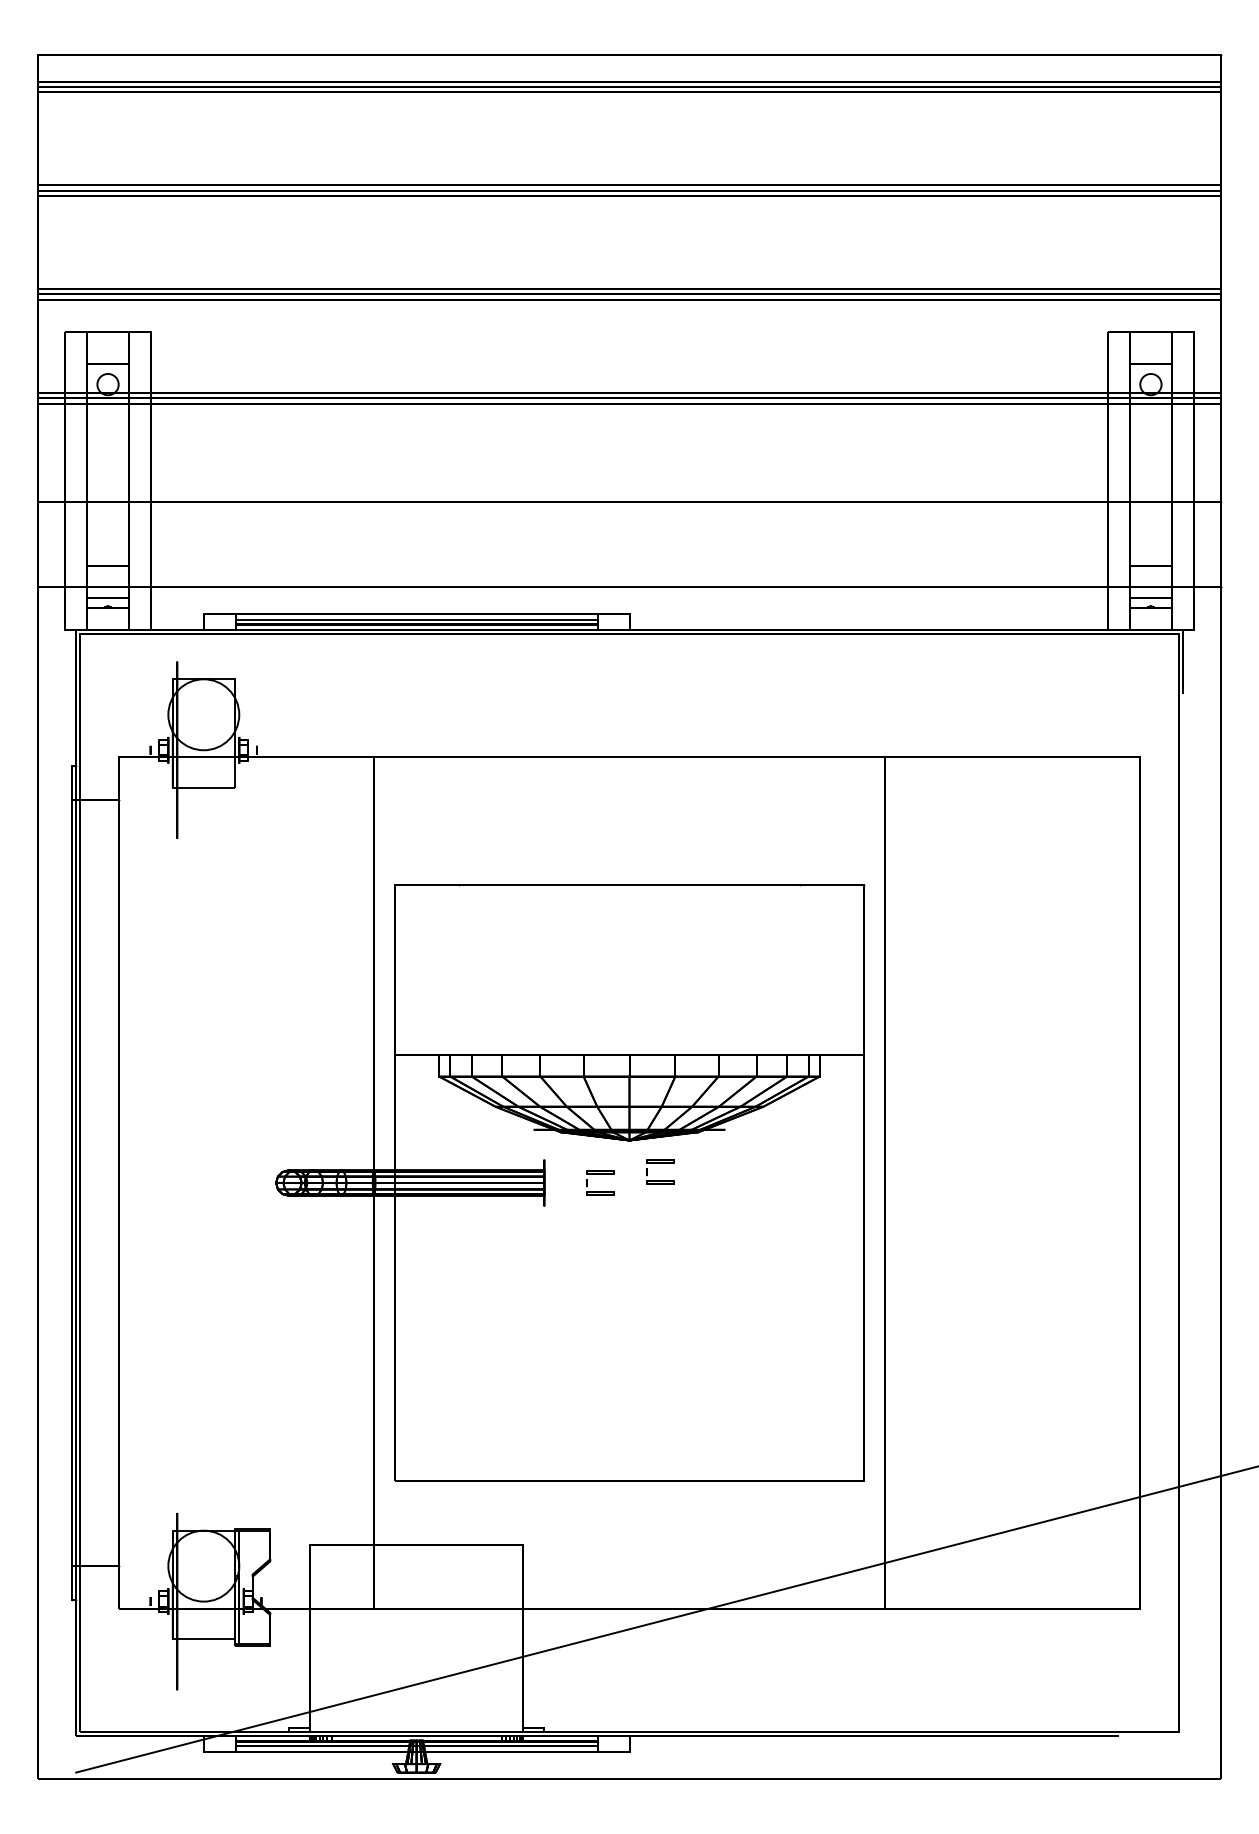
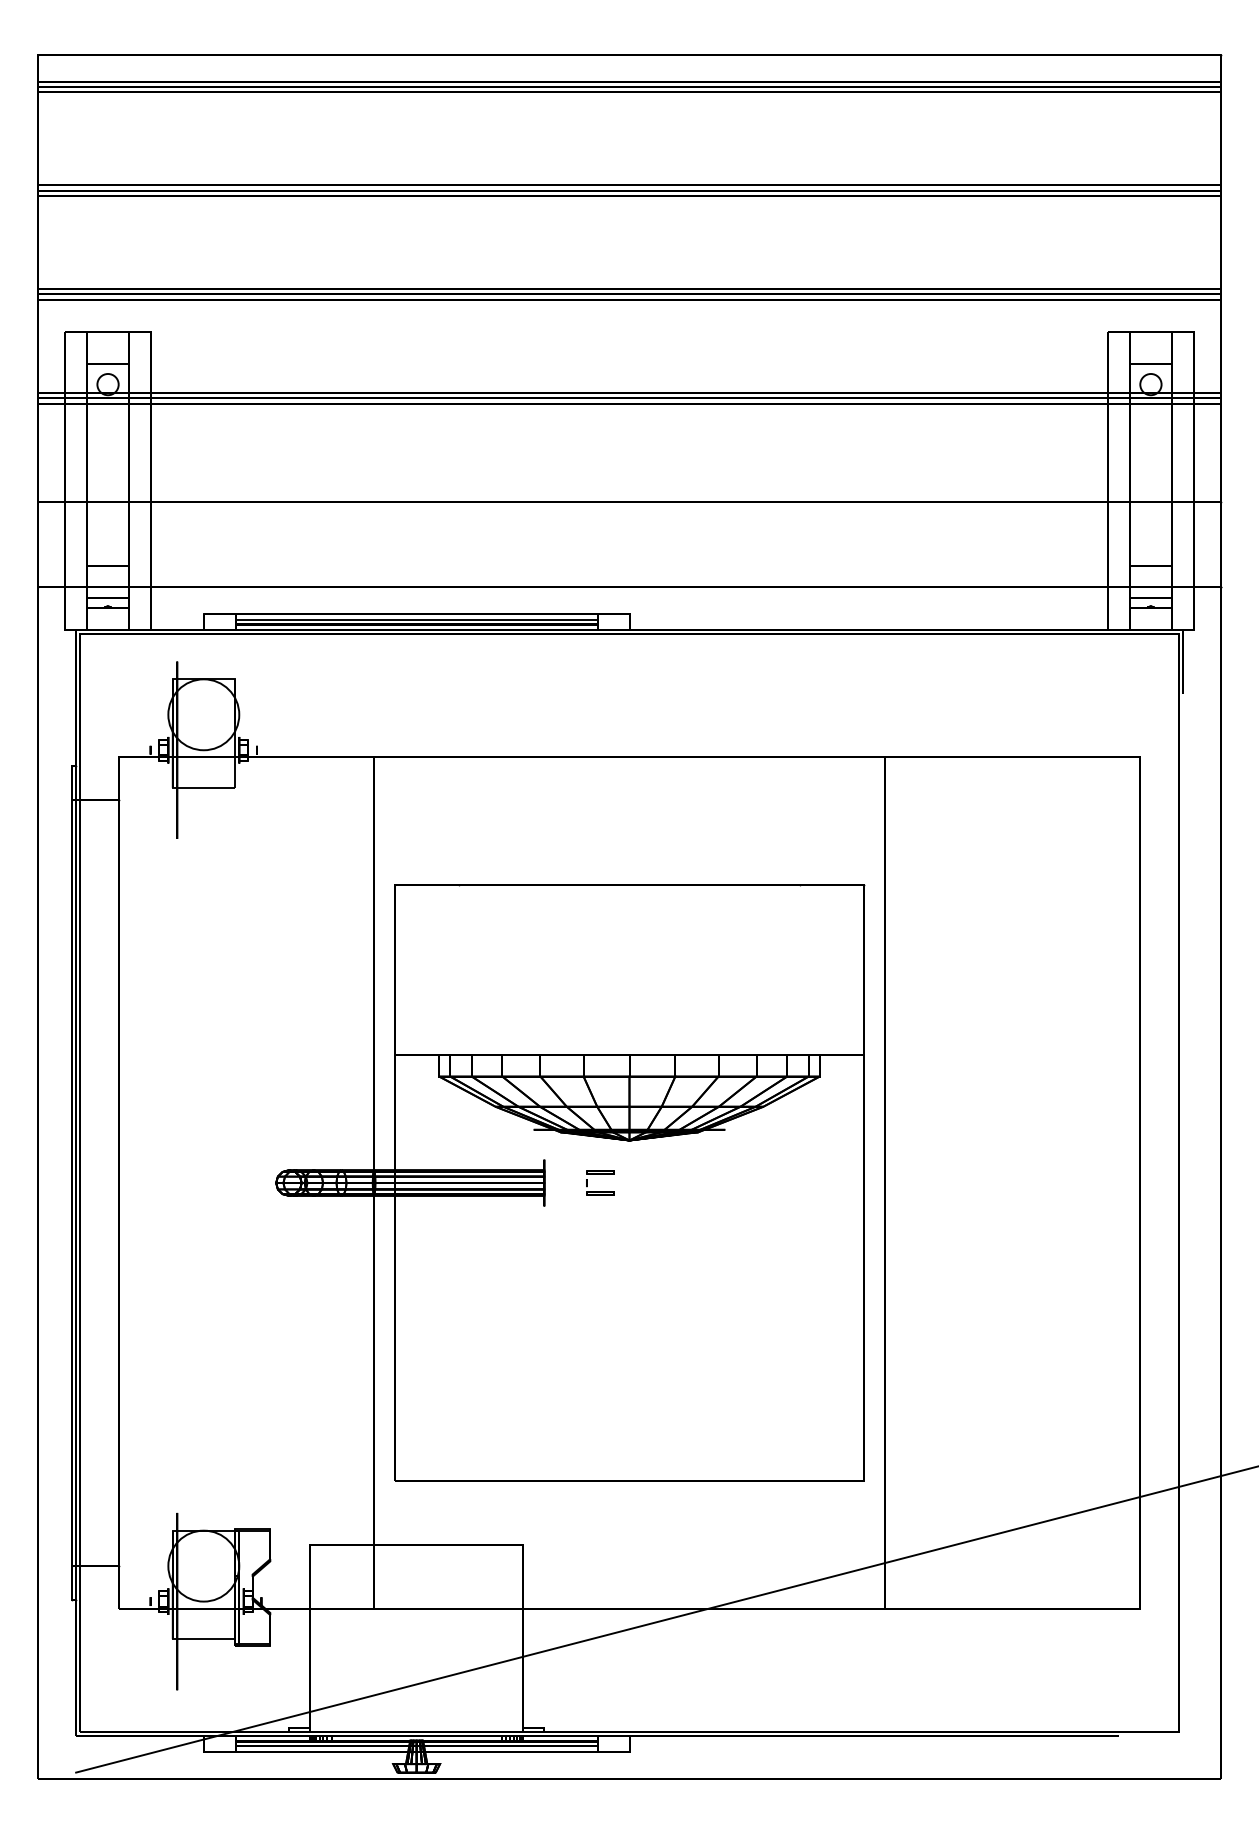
part at (660, 1163): present -> none
